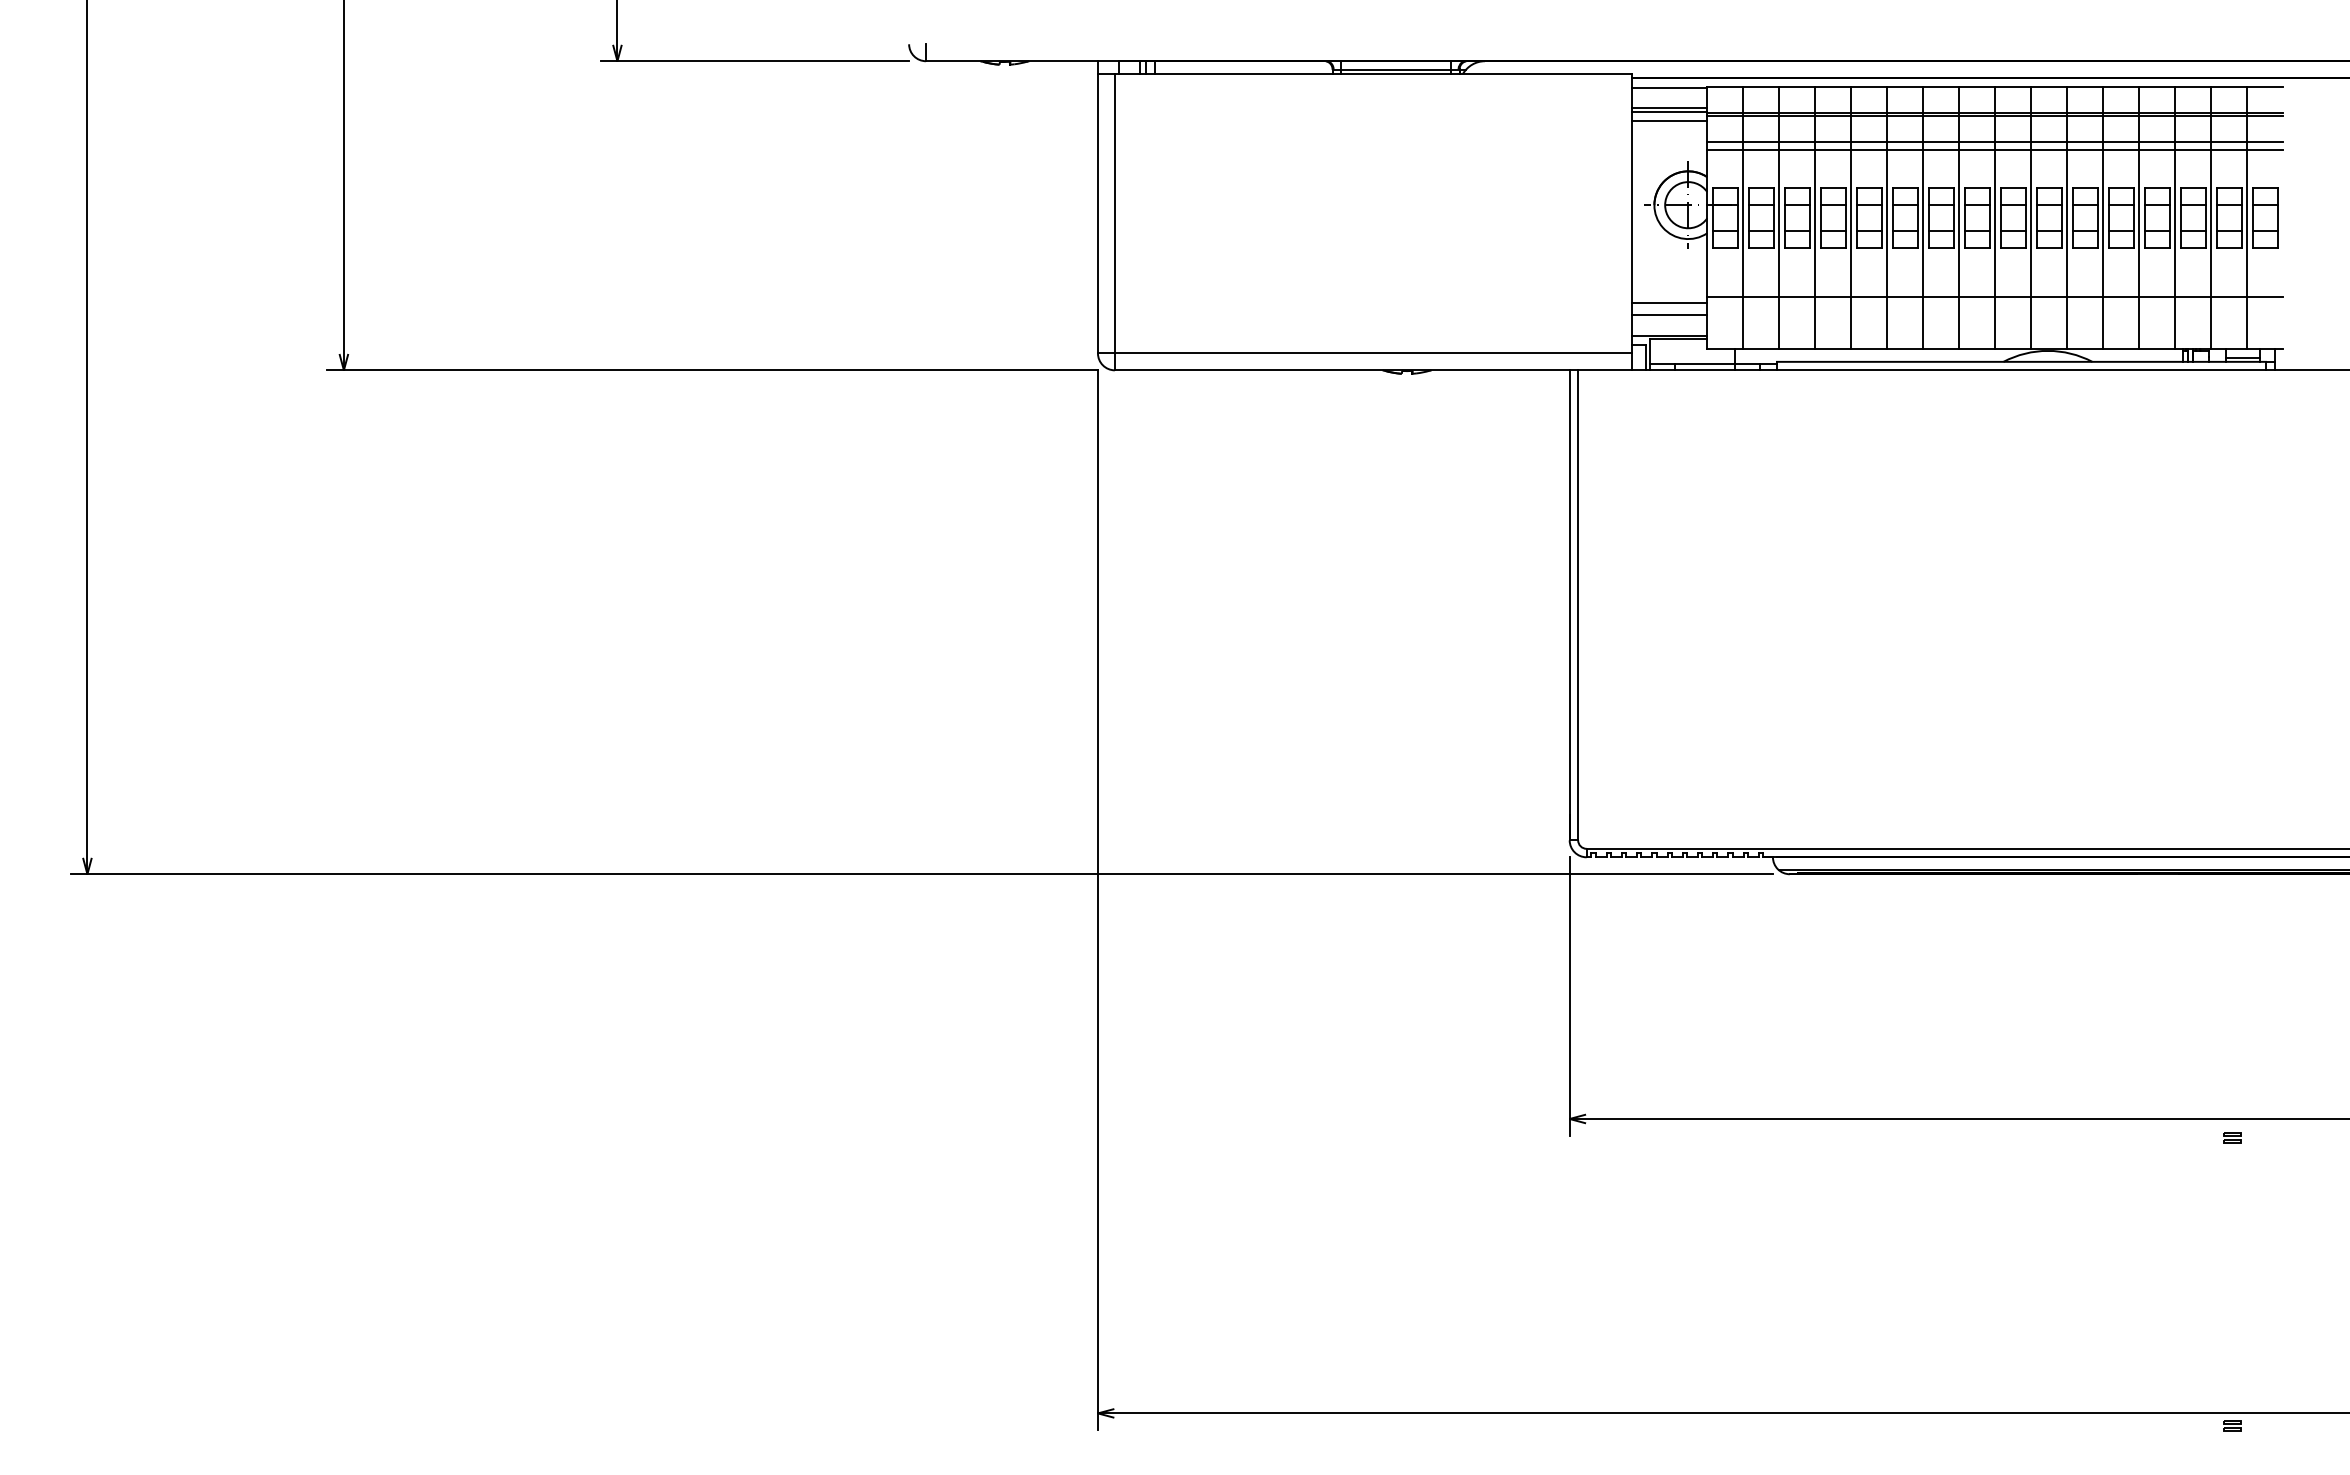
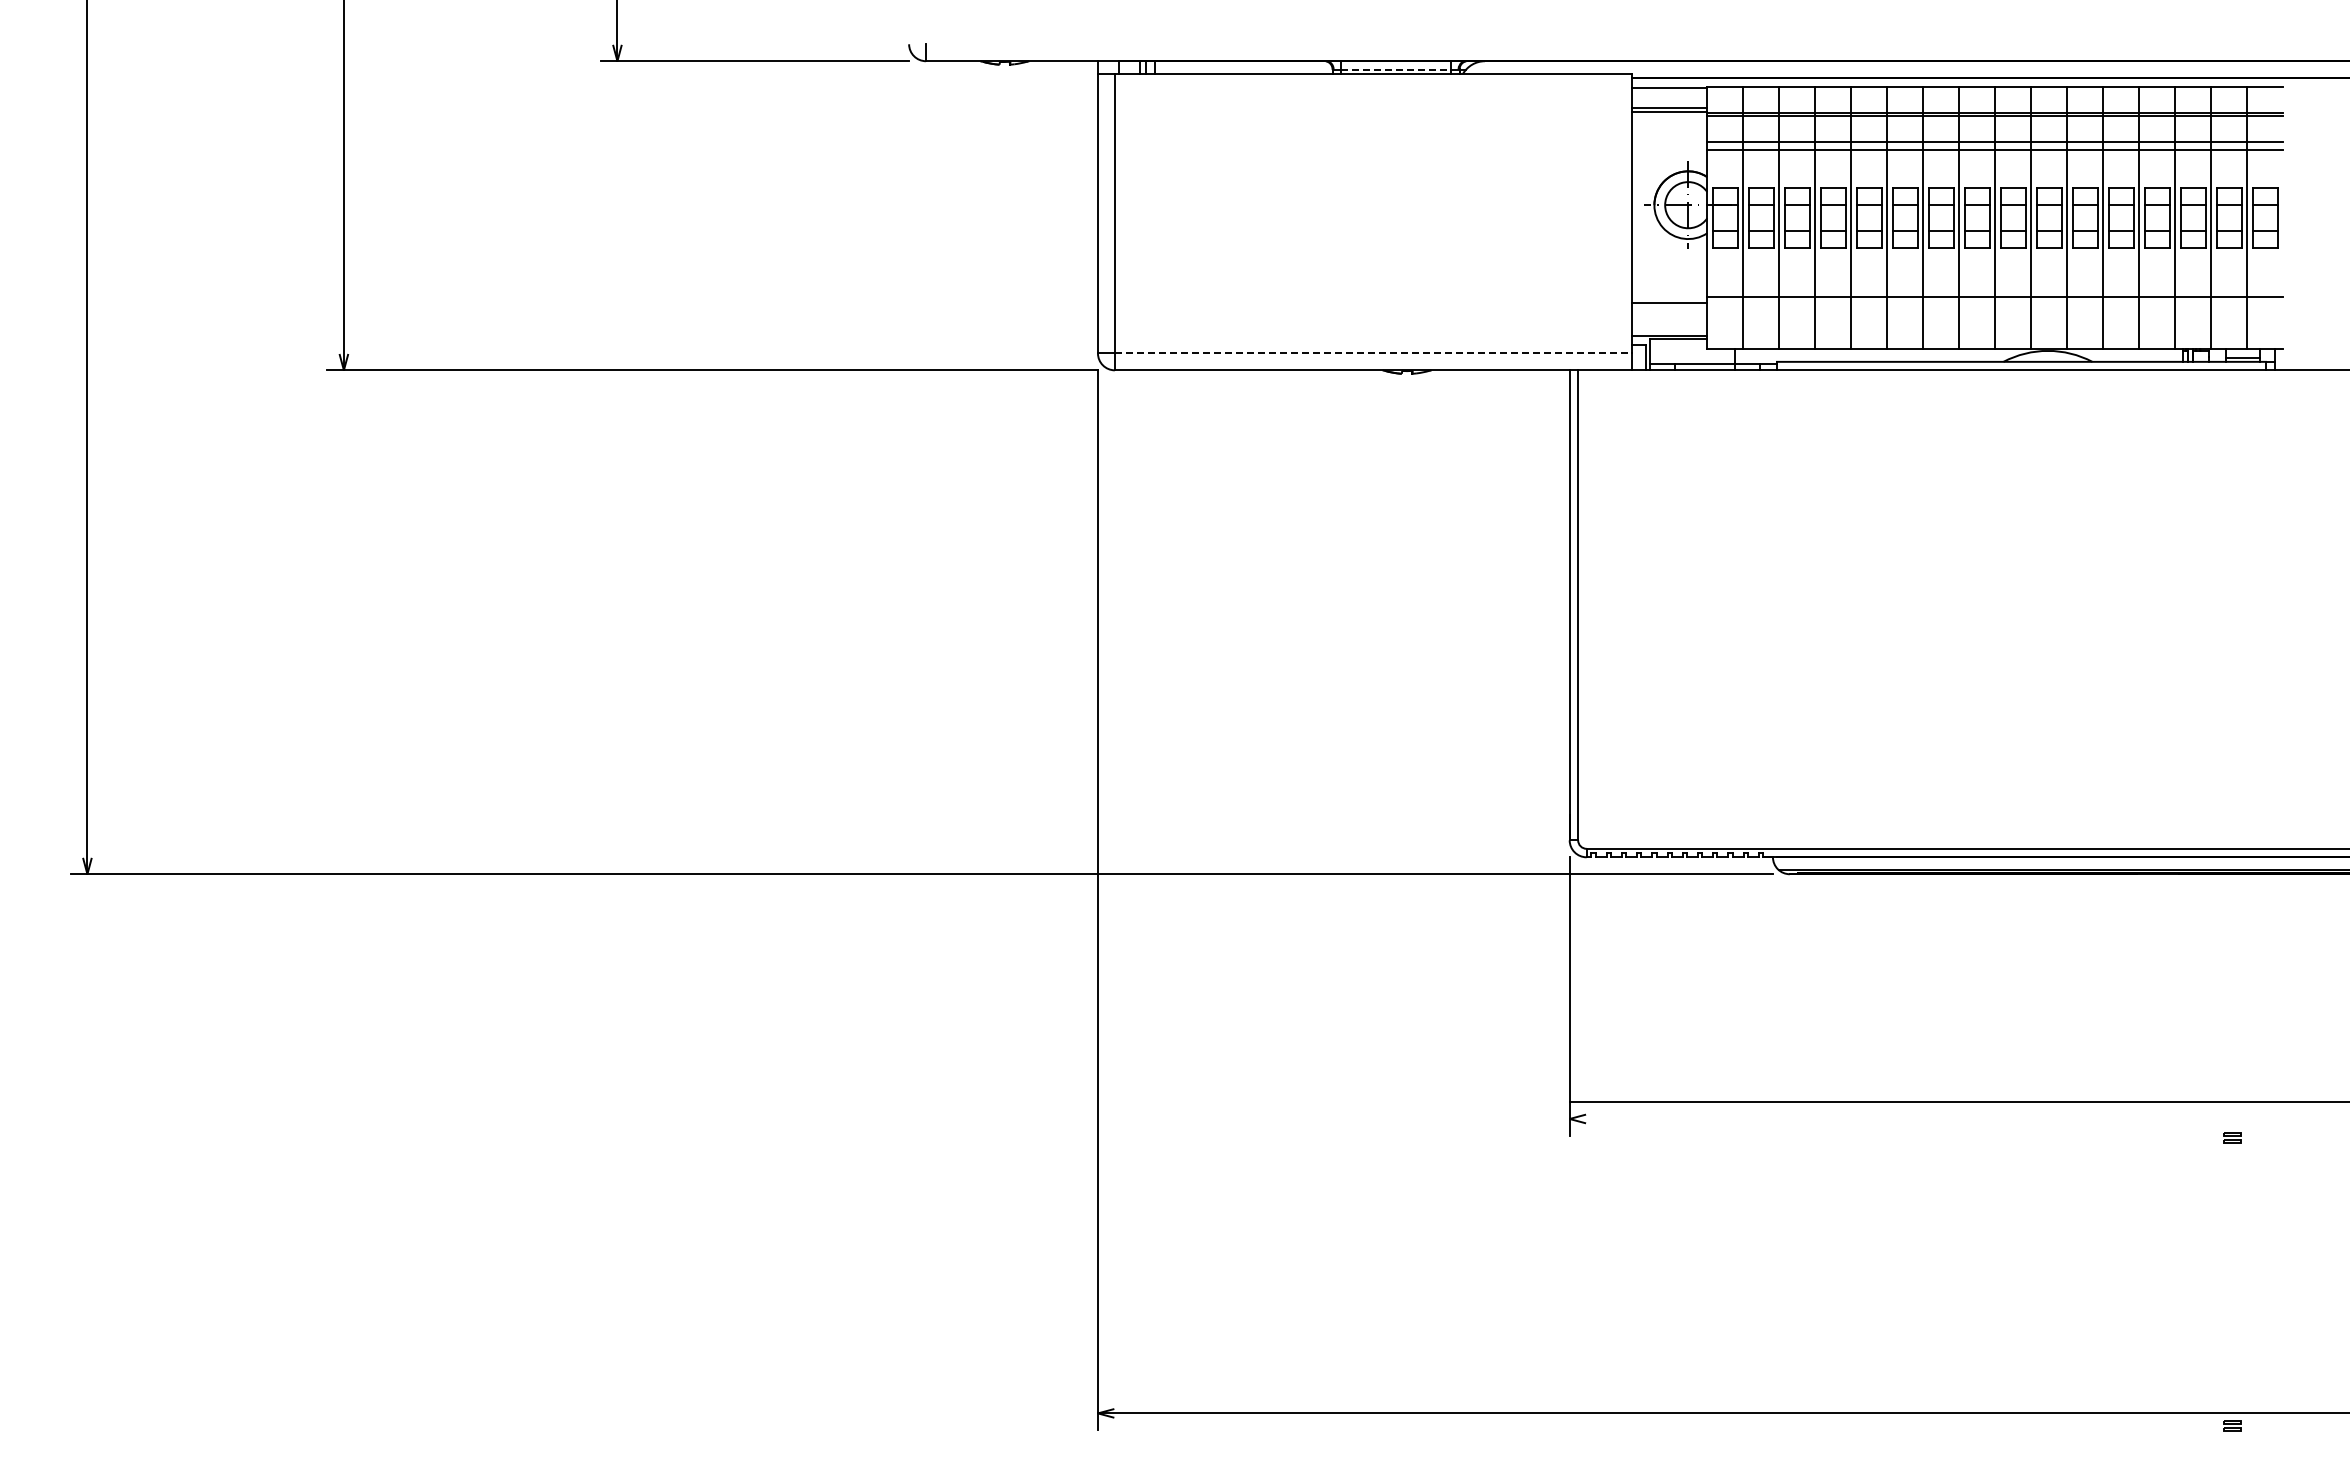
line at (1396, 69): solid -> dashed
line at (1669, 120): present -> none
line at (1669, 315): present -> none
line at (1373, 353): solid -> dashed
line at (1957, 1118) position: (1957, 1118) -> (1957, 1101)
